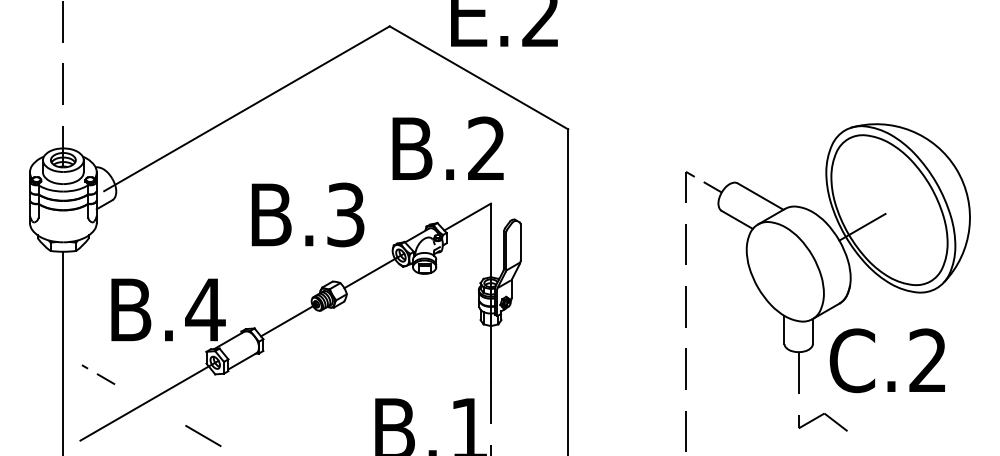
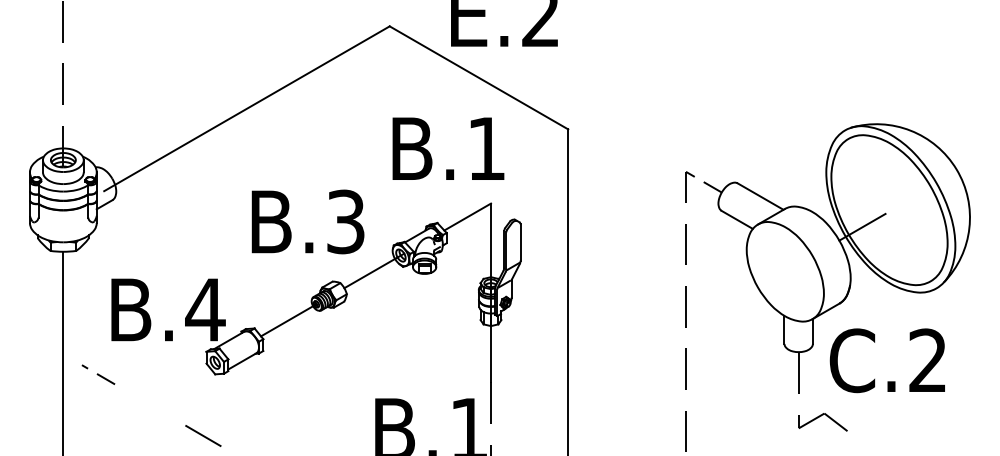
text at (486, 147): B.2 -> B.1
text at (307, 214) position: (307, 214) -> (307, 221)
line at (149, 400): present -> none
